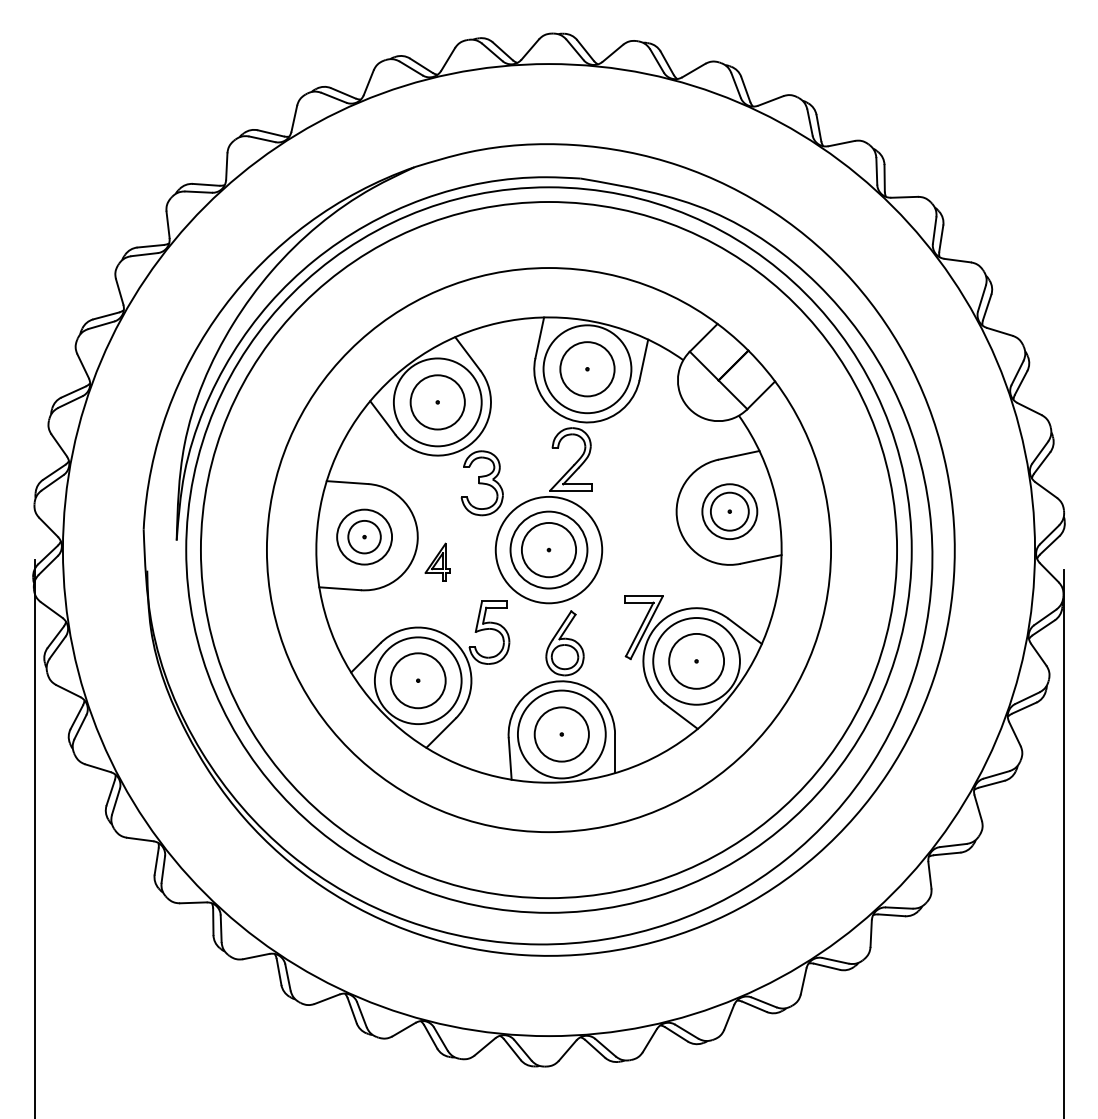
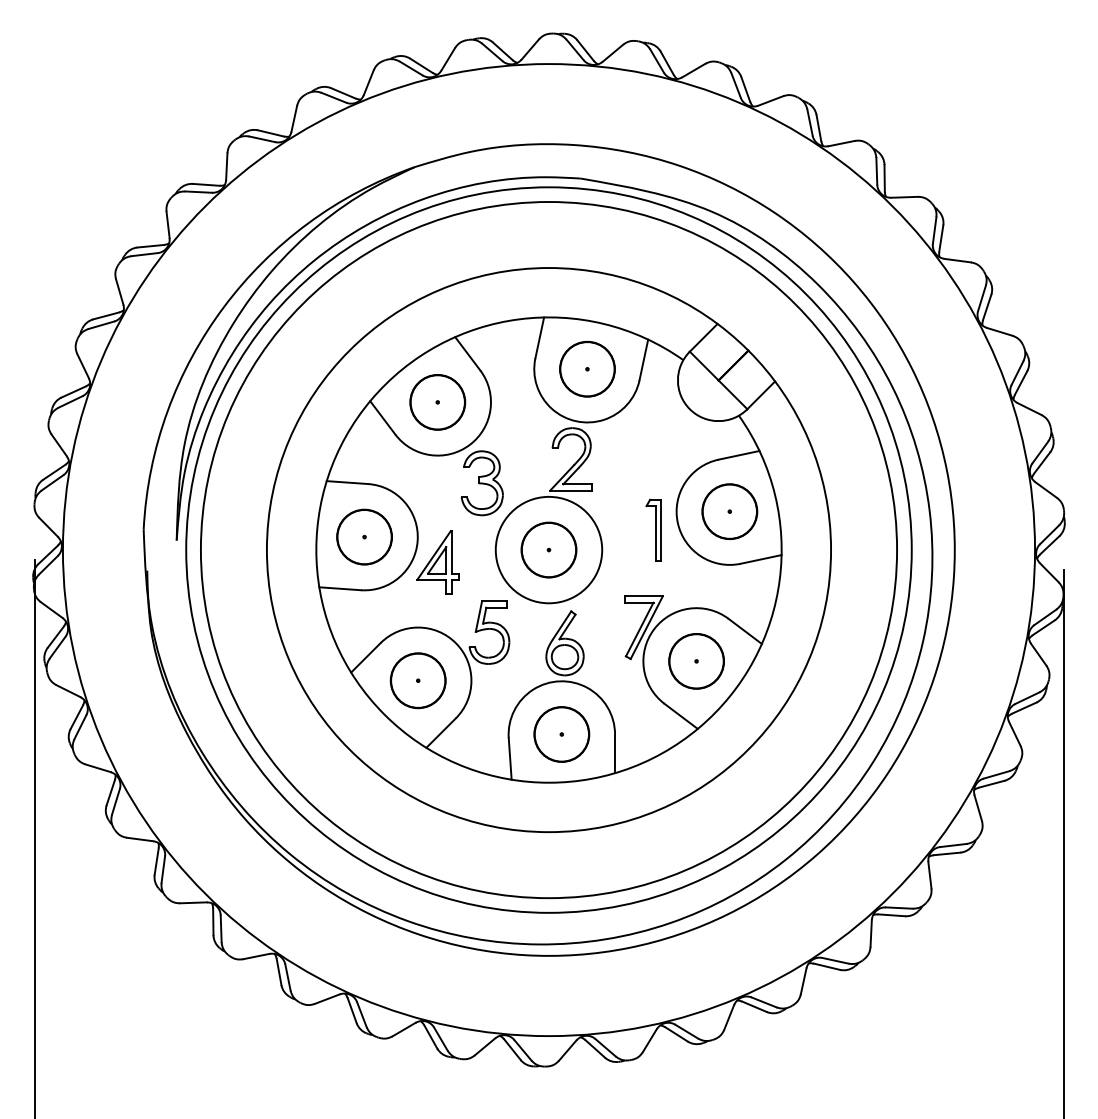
circle at (587, 369) diameter: 88 px -> 55 px
circle at (437, 402) diameter: 88 px -> 55 px
circle at (729, 511) diameter: 38 px -> 54 px
part at (653, 529): none -> present
circle at (364, 536) diameter: 33 px -> 54 px
circle at (548, 549) diameter: 77 px -> 55 px
part at (437, 561) size: 27x40 px -> 44x65 px
circle at (696, 661) diameter: 87 px -> 54 px
circle at (417, 680) diameter: 87 px -> 54 px
circle at (561, 734) diameter: 88 px -> 55 px
